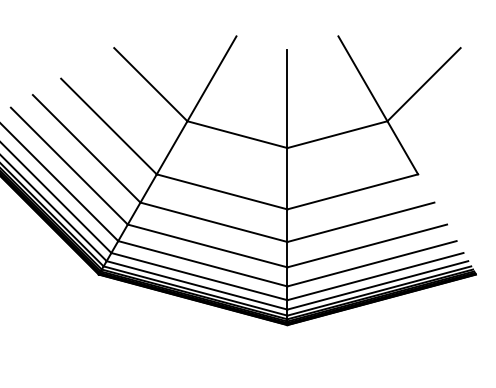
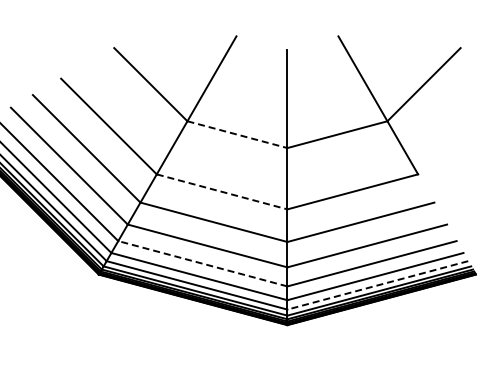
line at (237, 134): solid -> dashed
line at (222, 191): solid -> dashed
line at (202, 263): solid -> dashed
line at (377, 285): solid -> dashed
